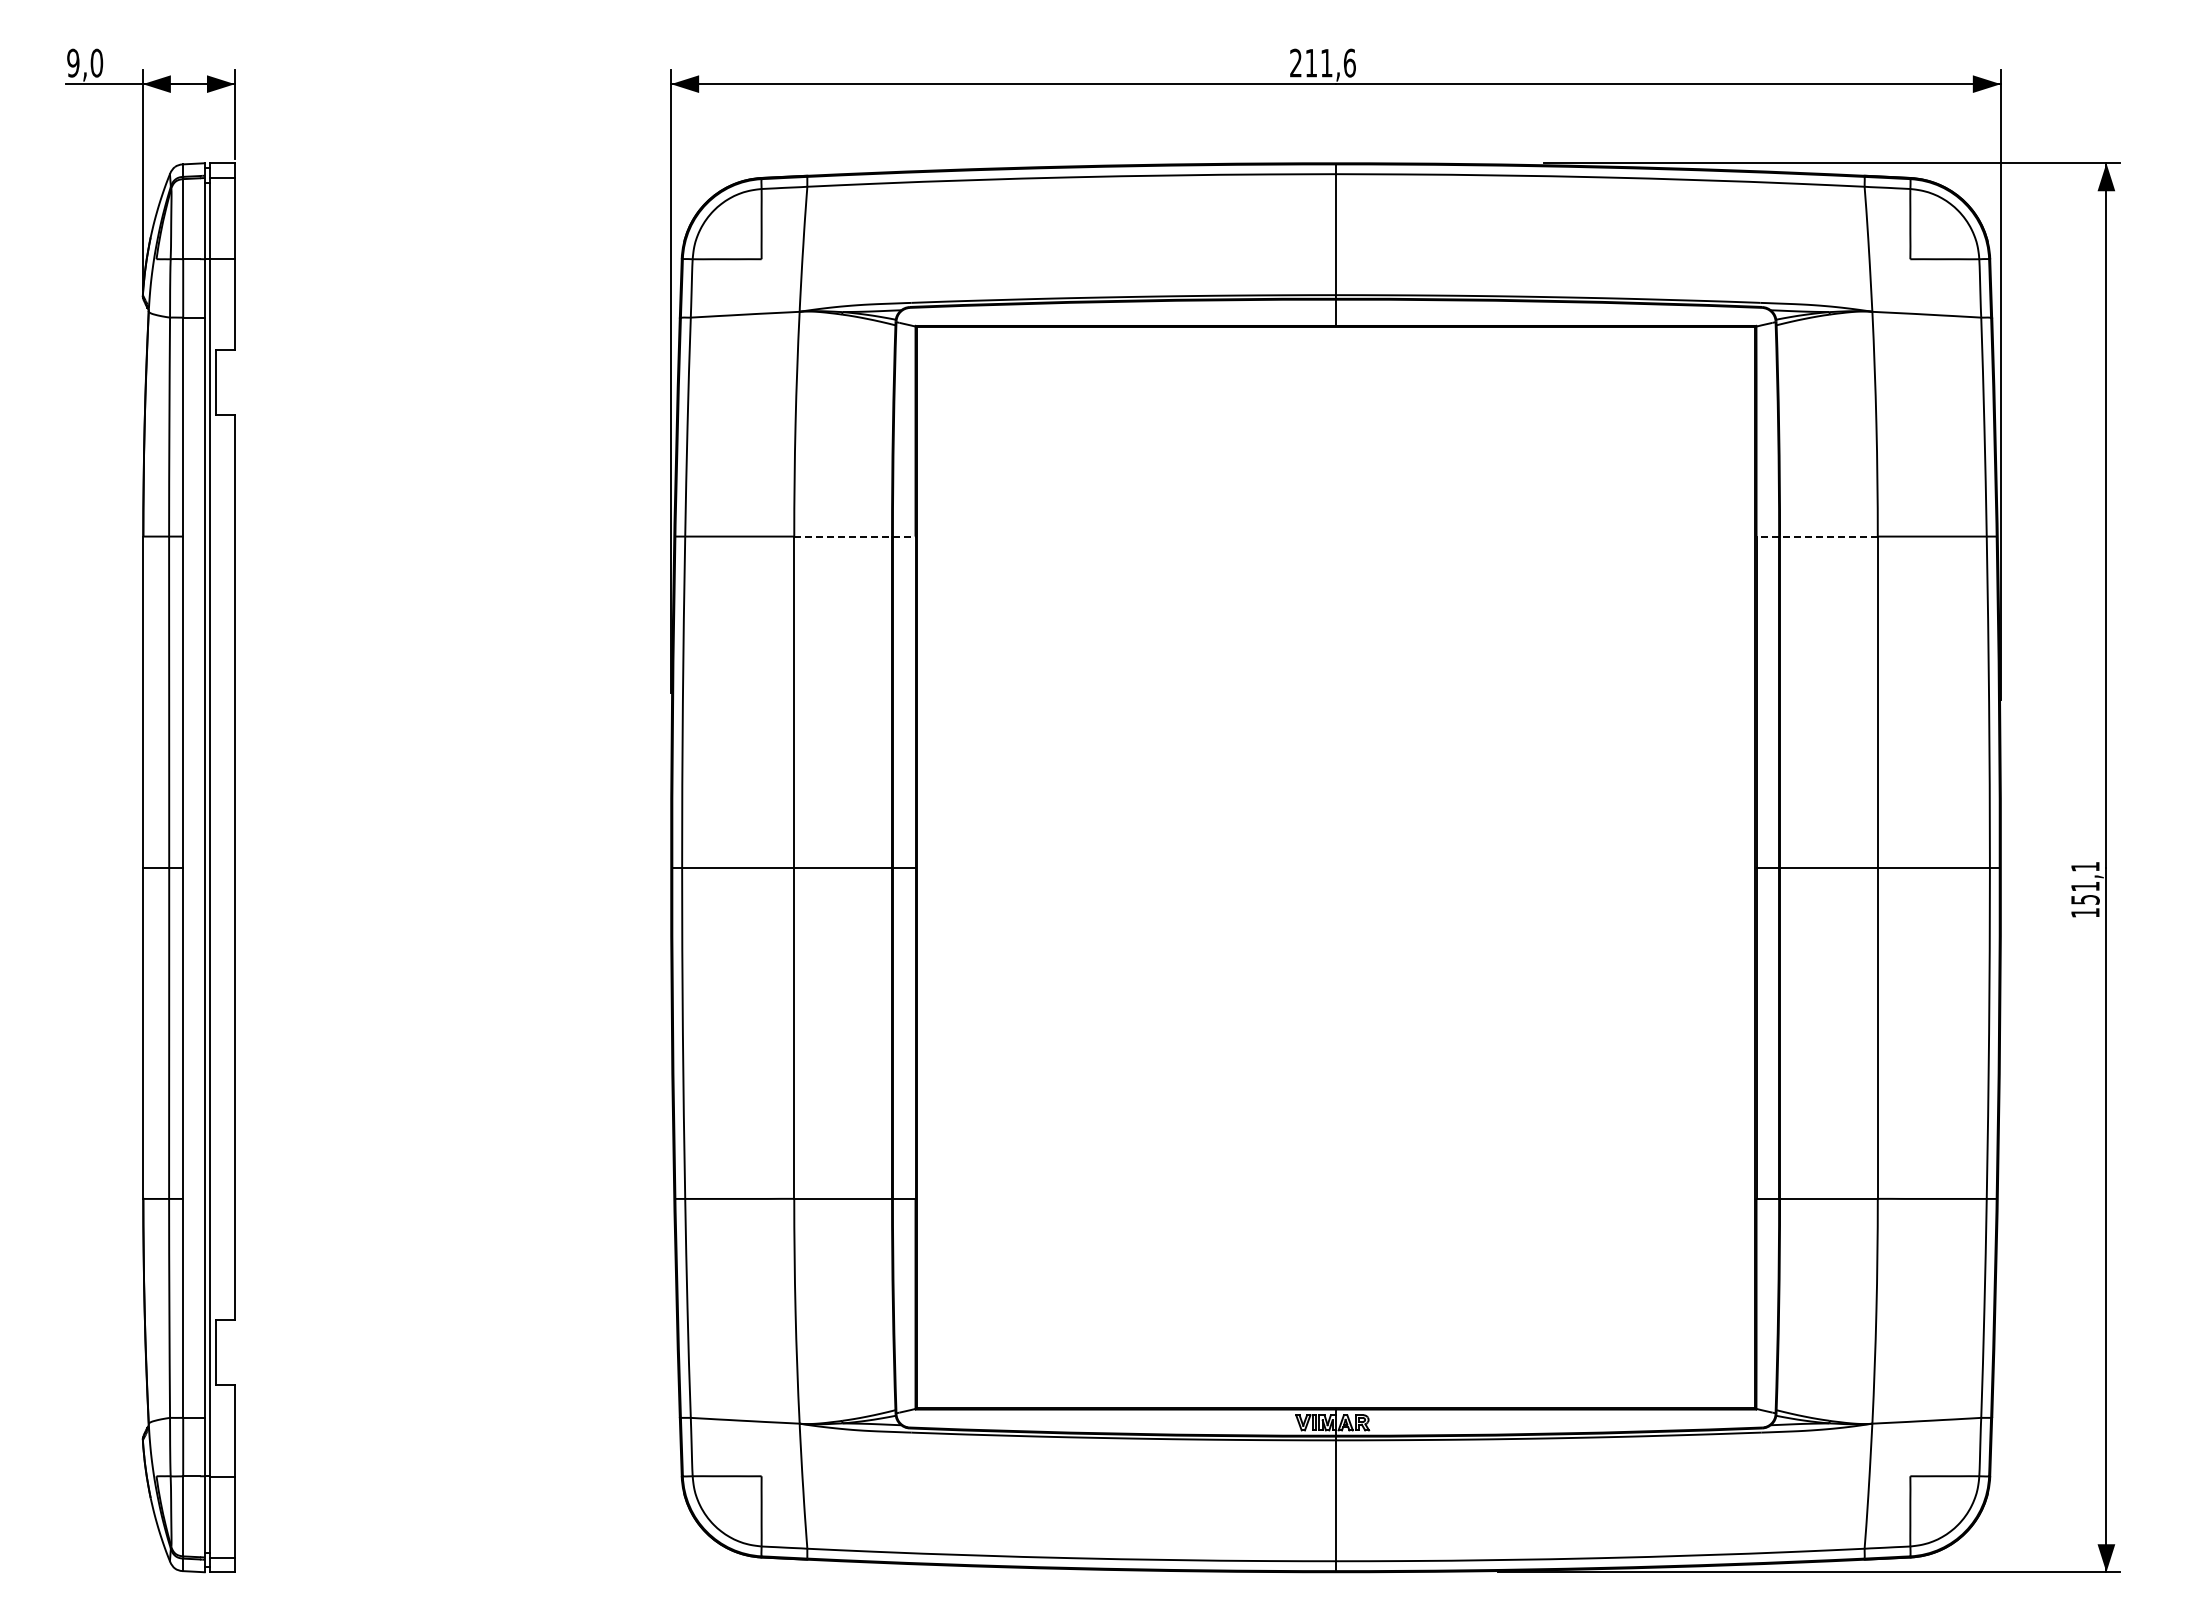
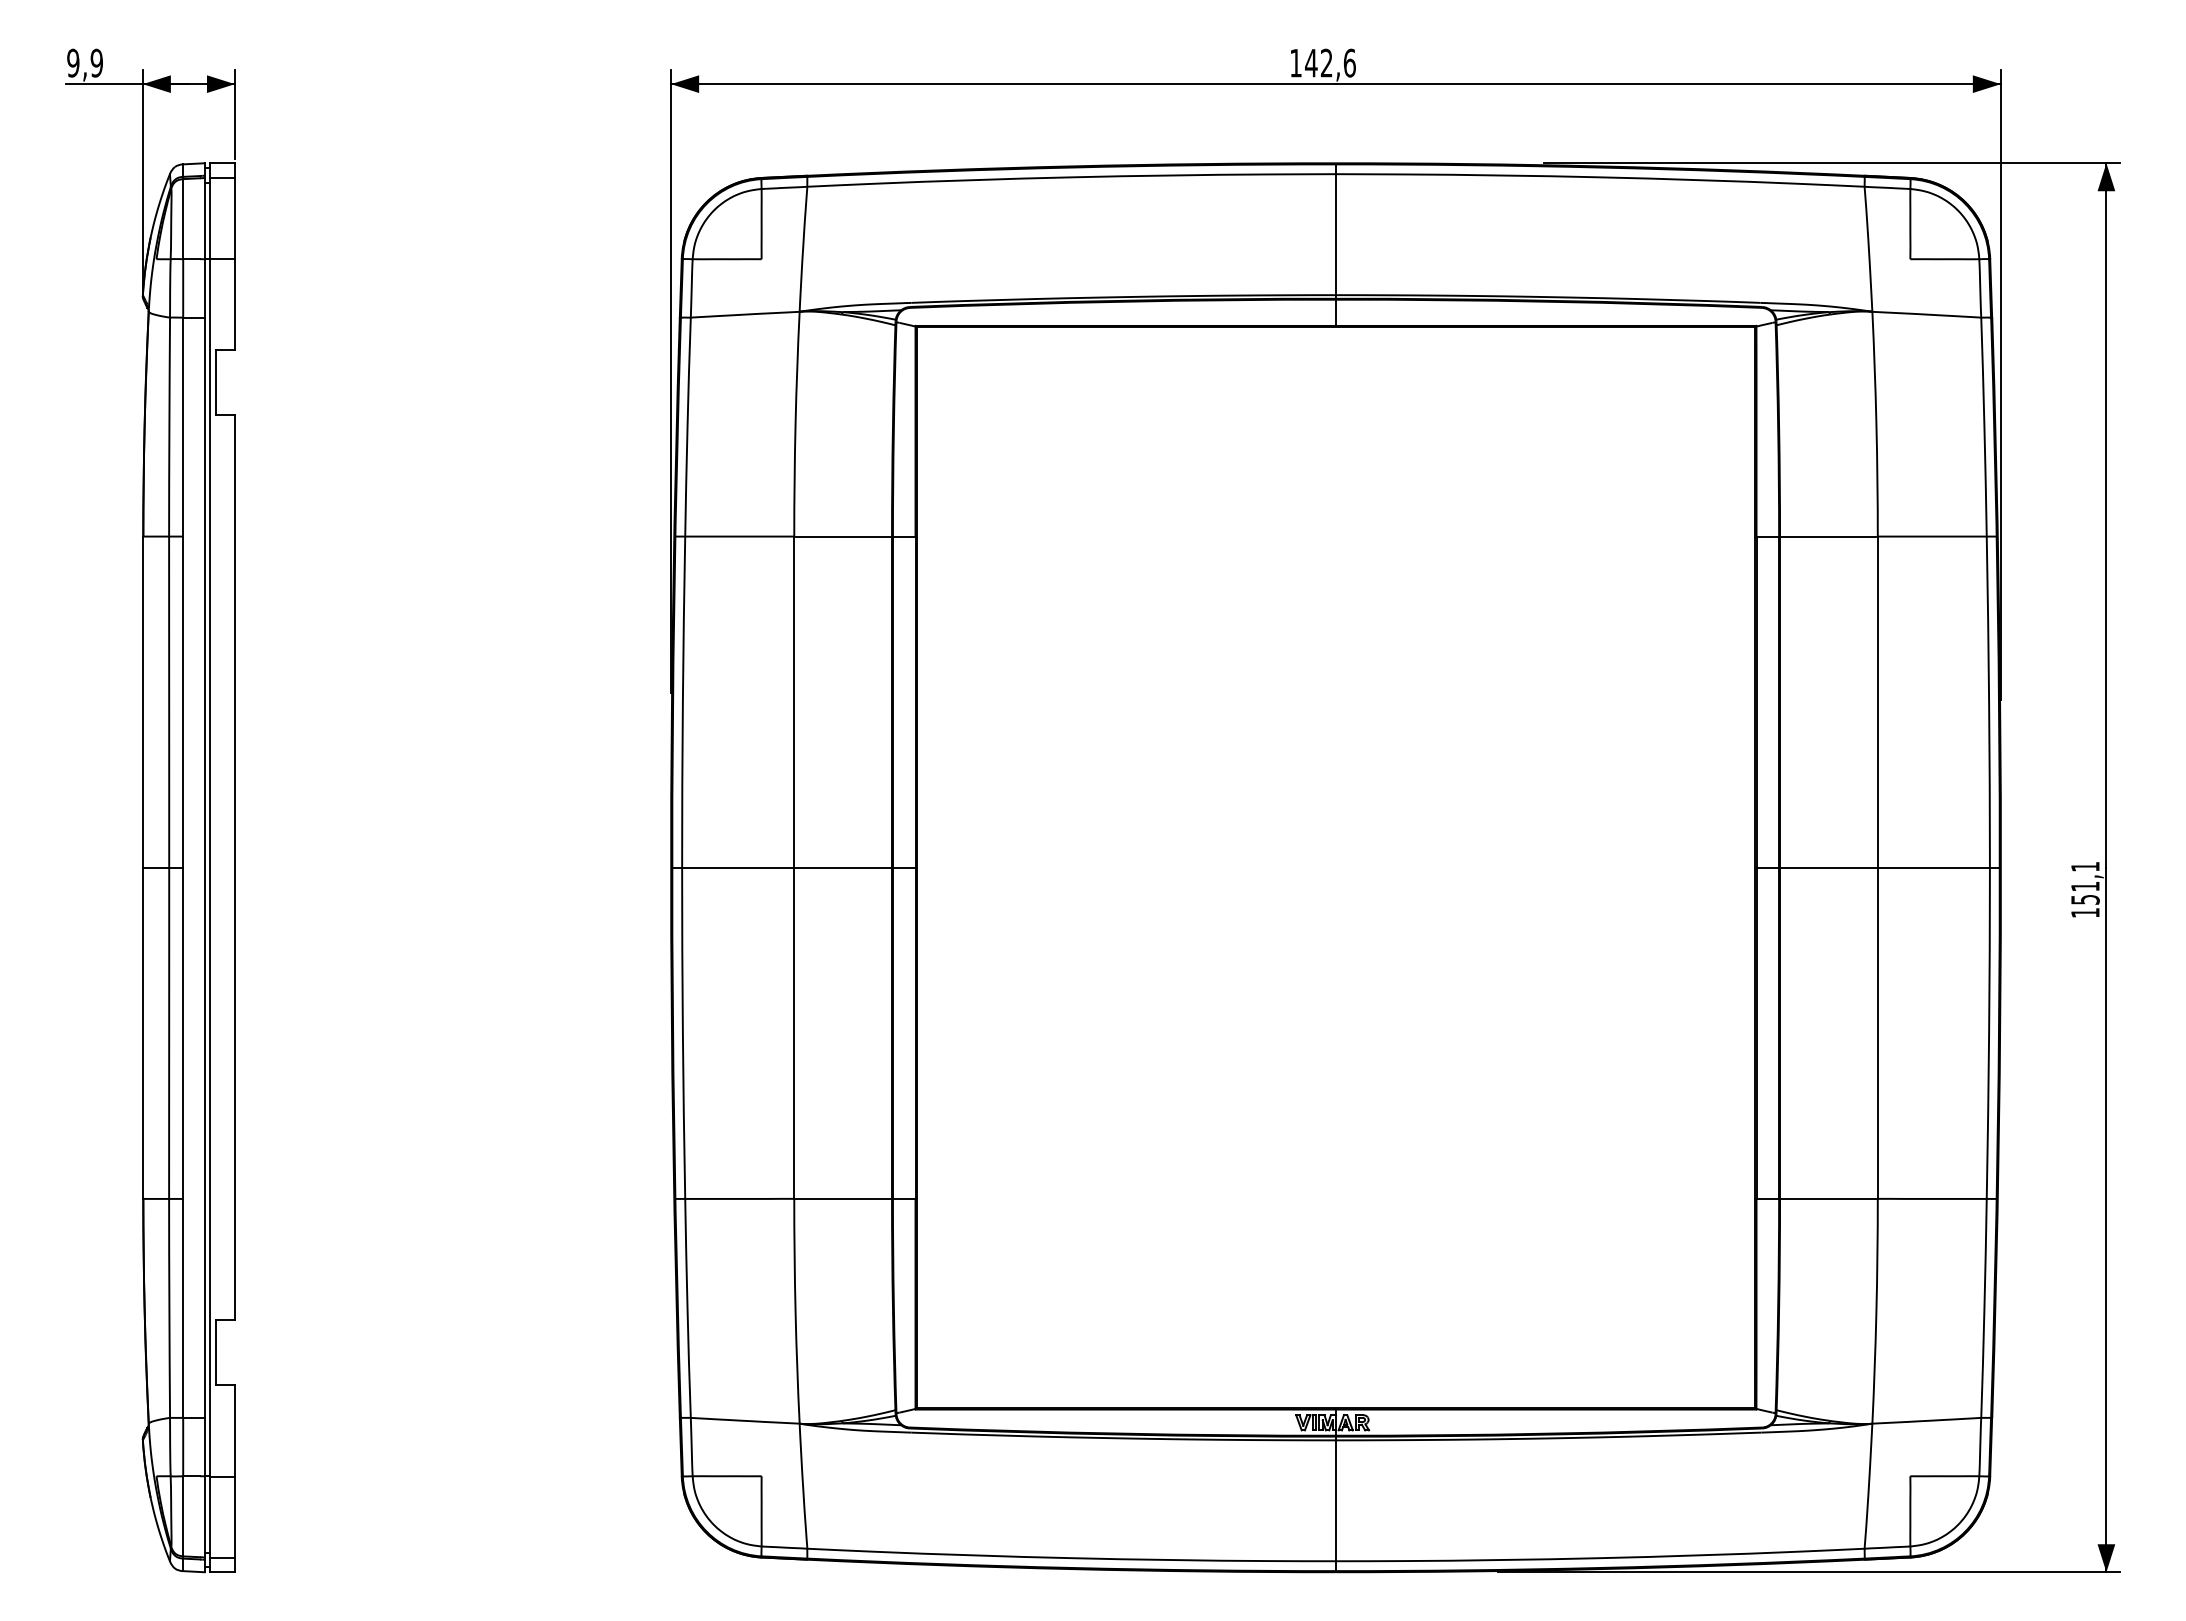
text at (1311, 62): 211,6 -> 142,6
text at (96, 63): 9,0 -> 9,9
line at (854, 536): dashed -> solid
line at (1817, 536): dashed -> solid
